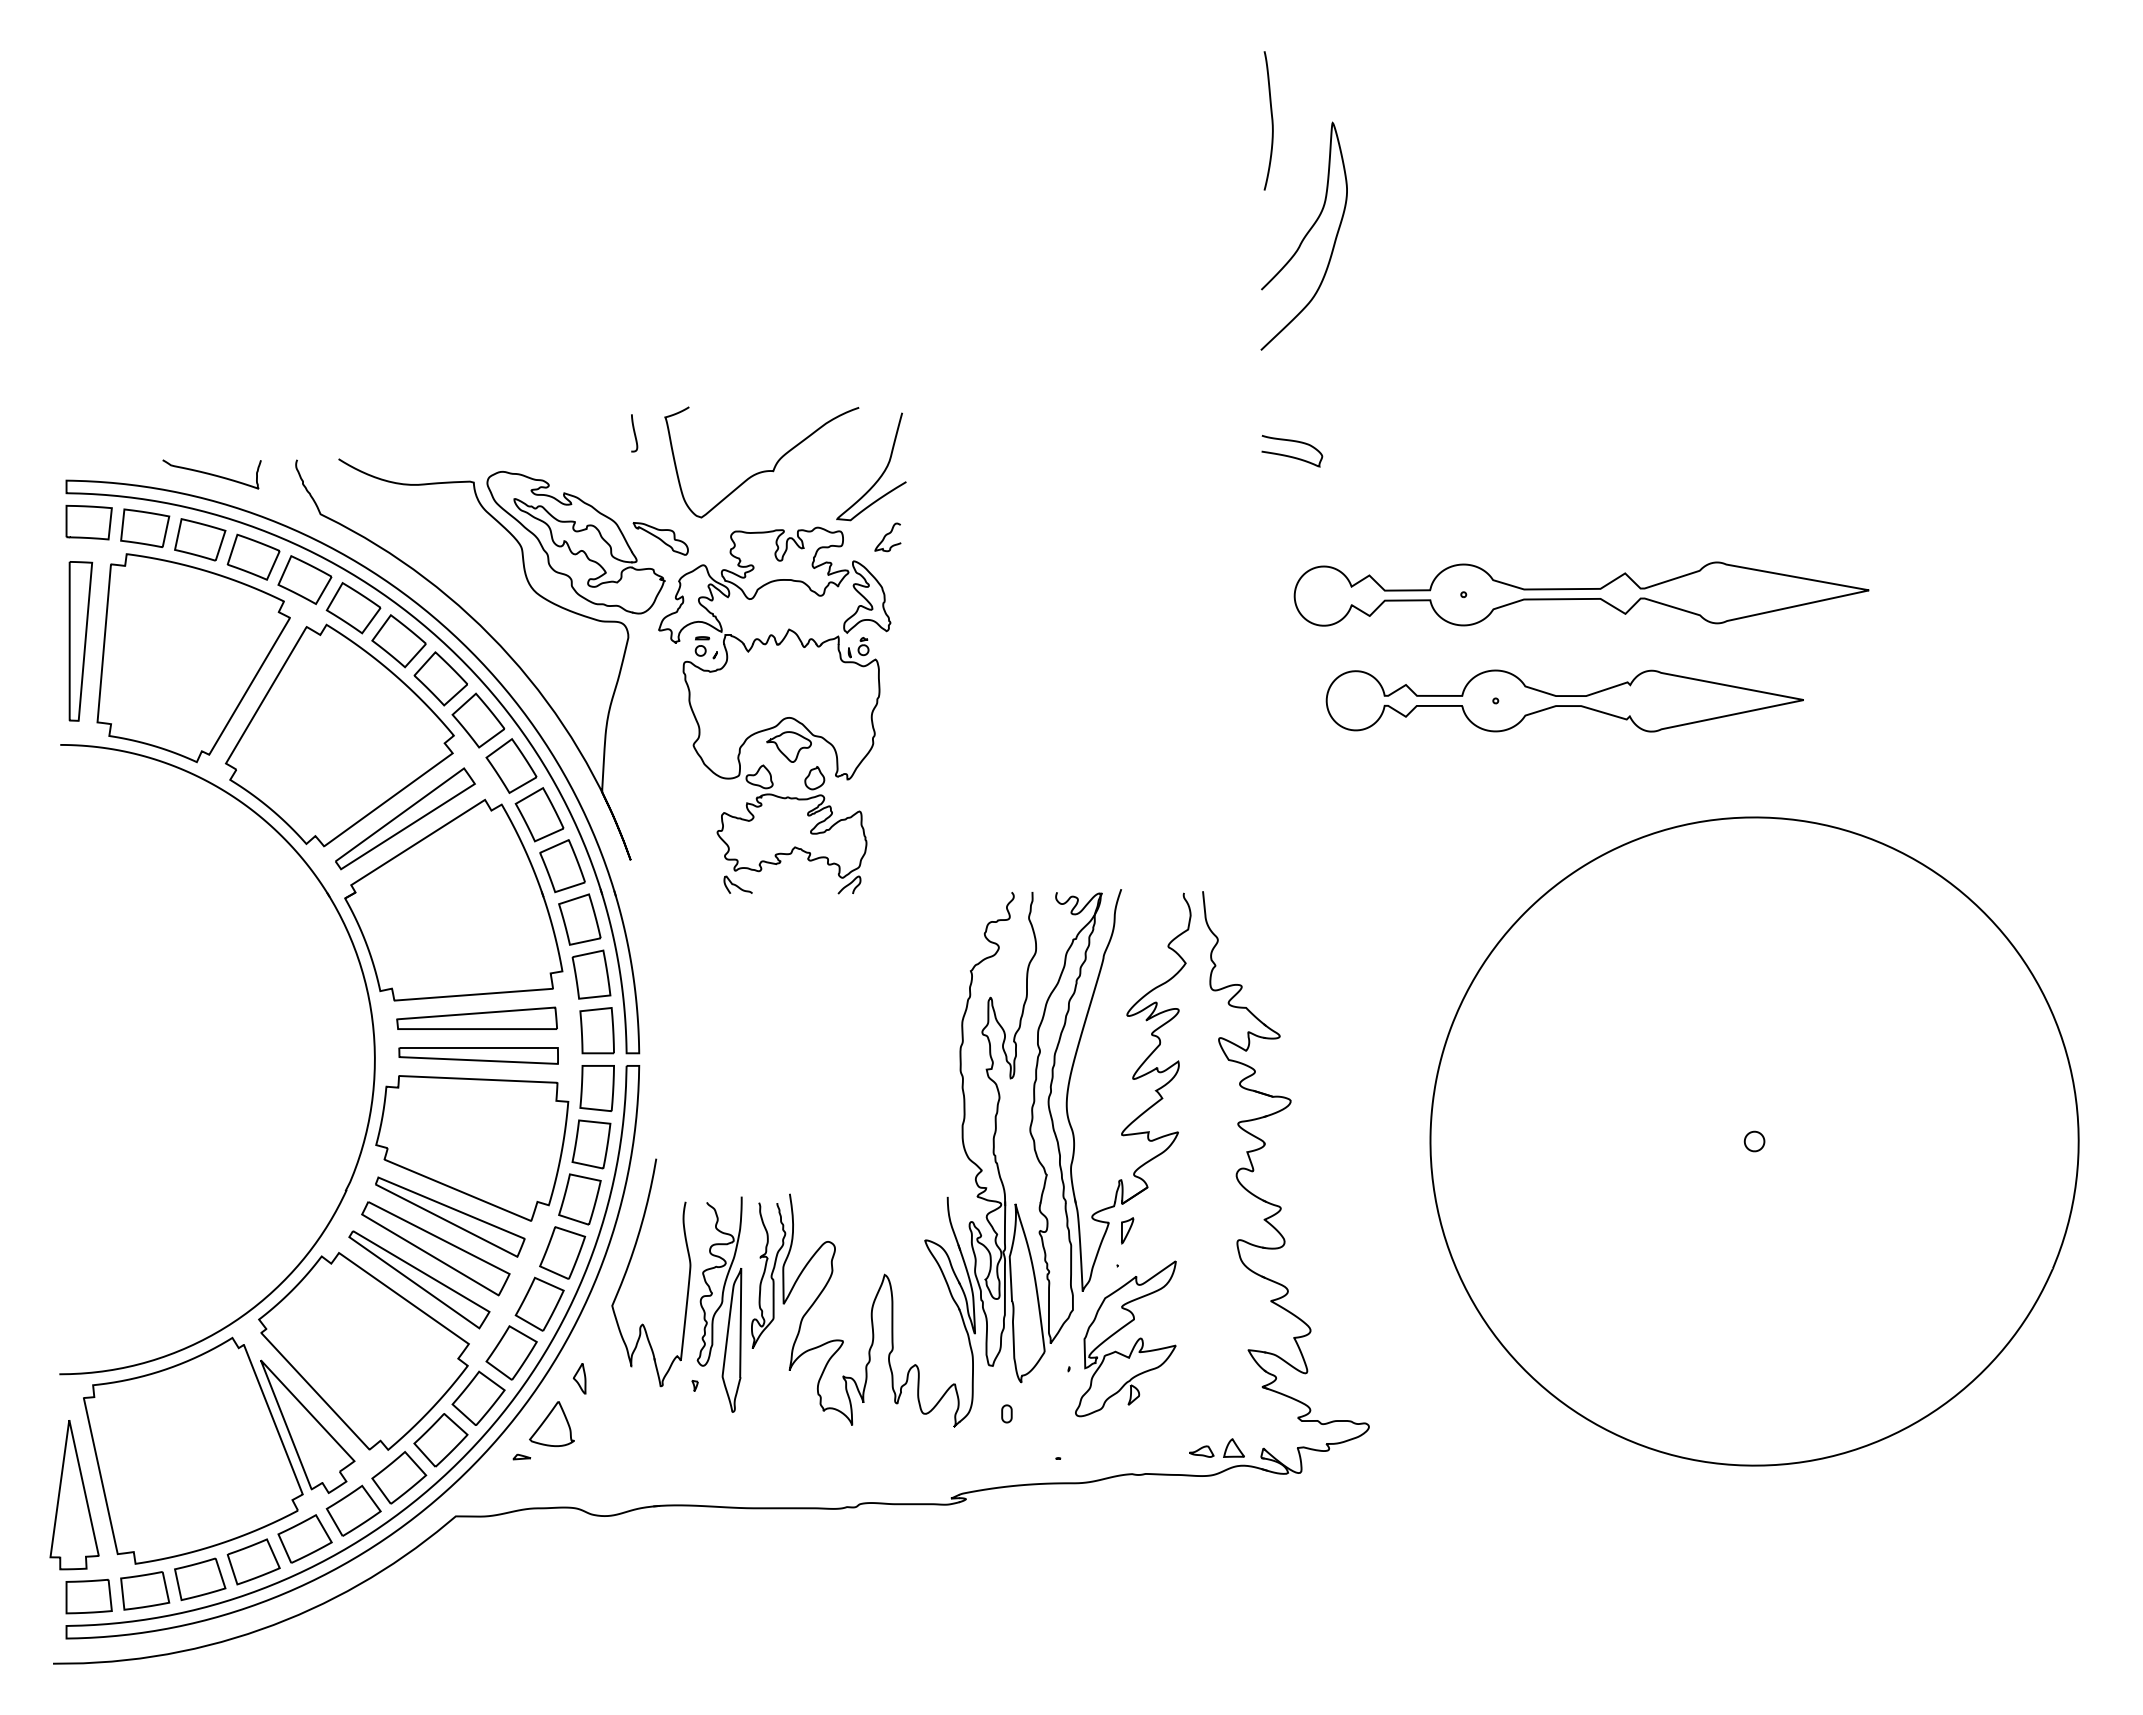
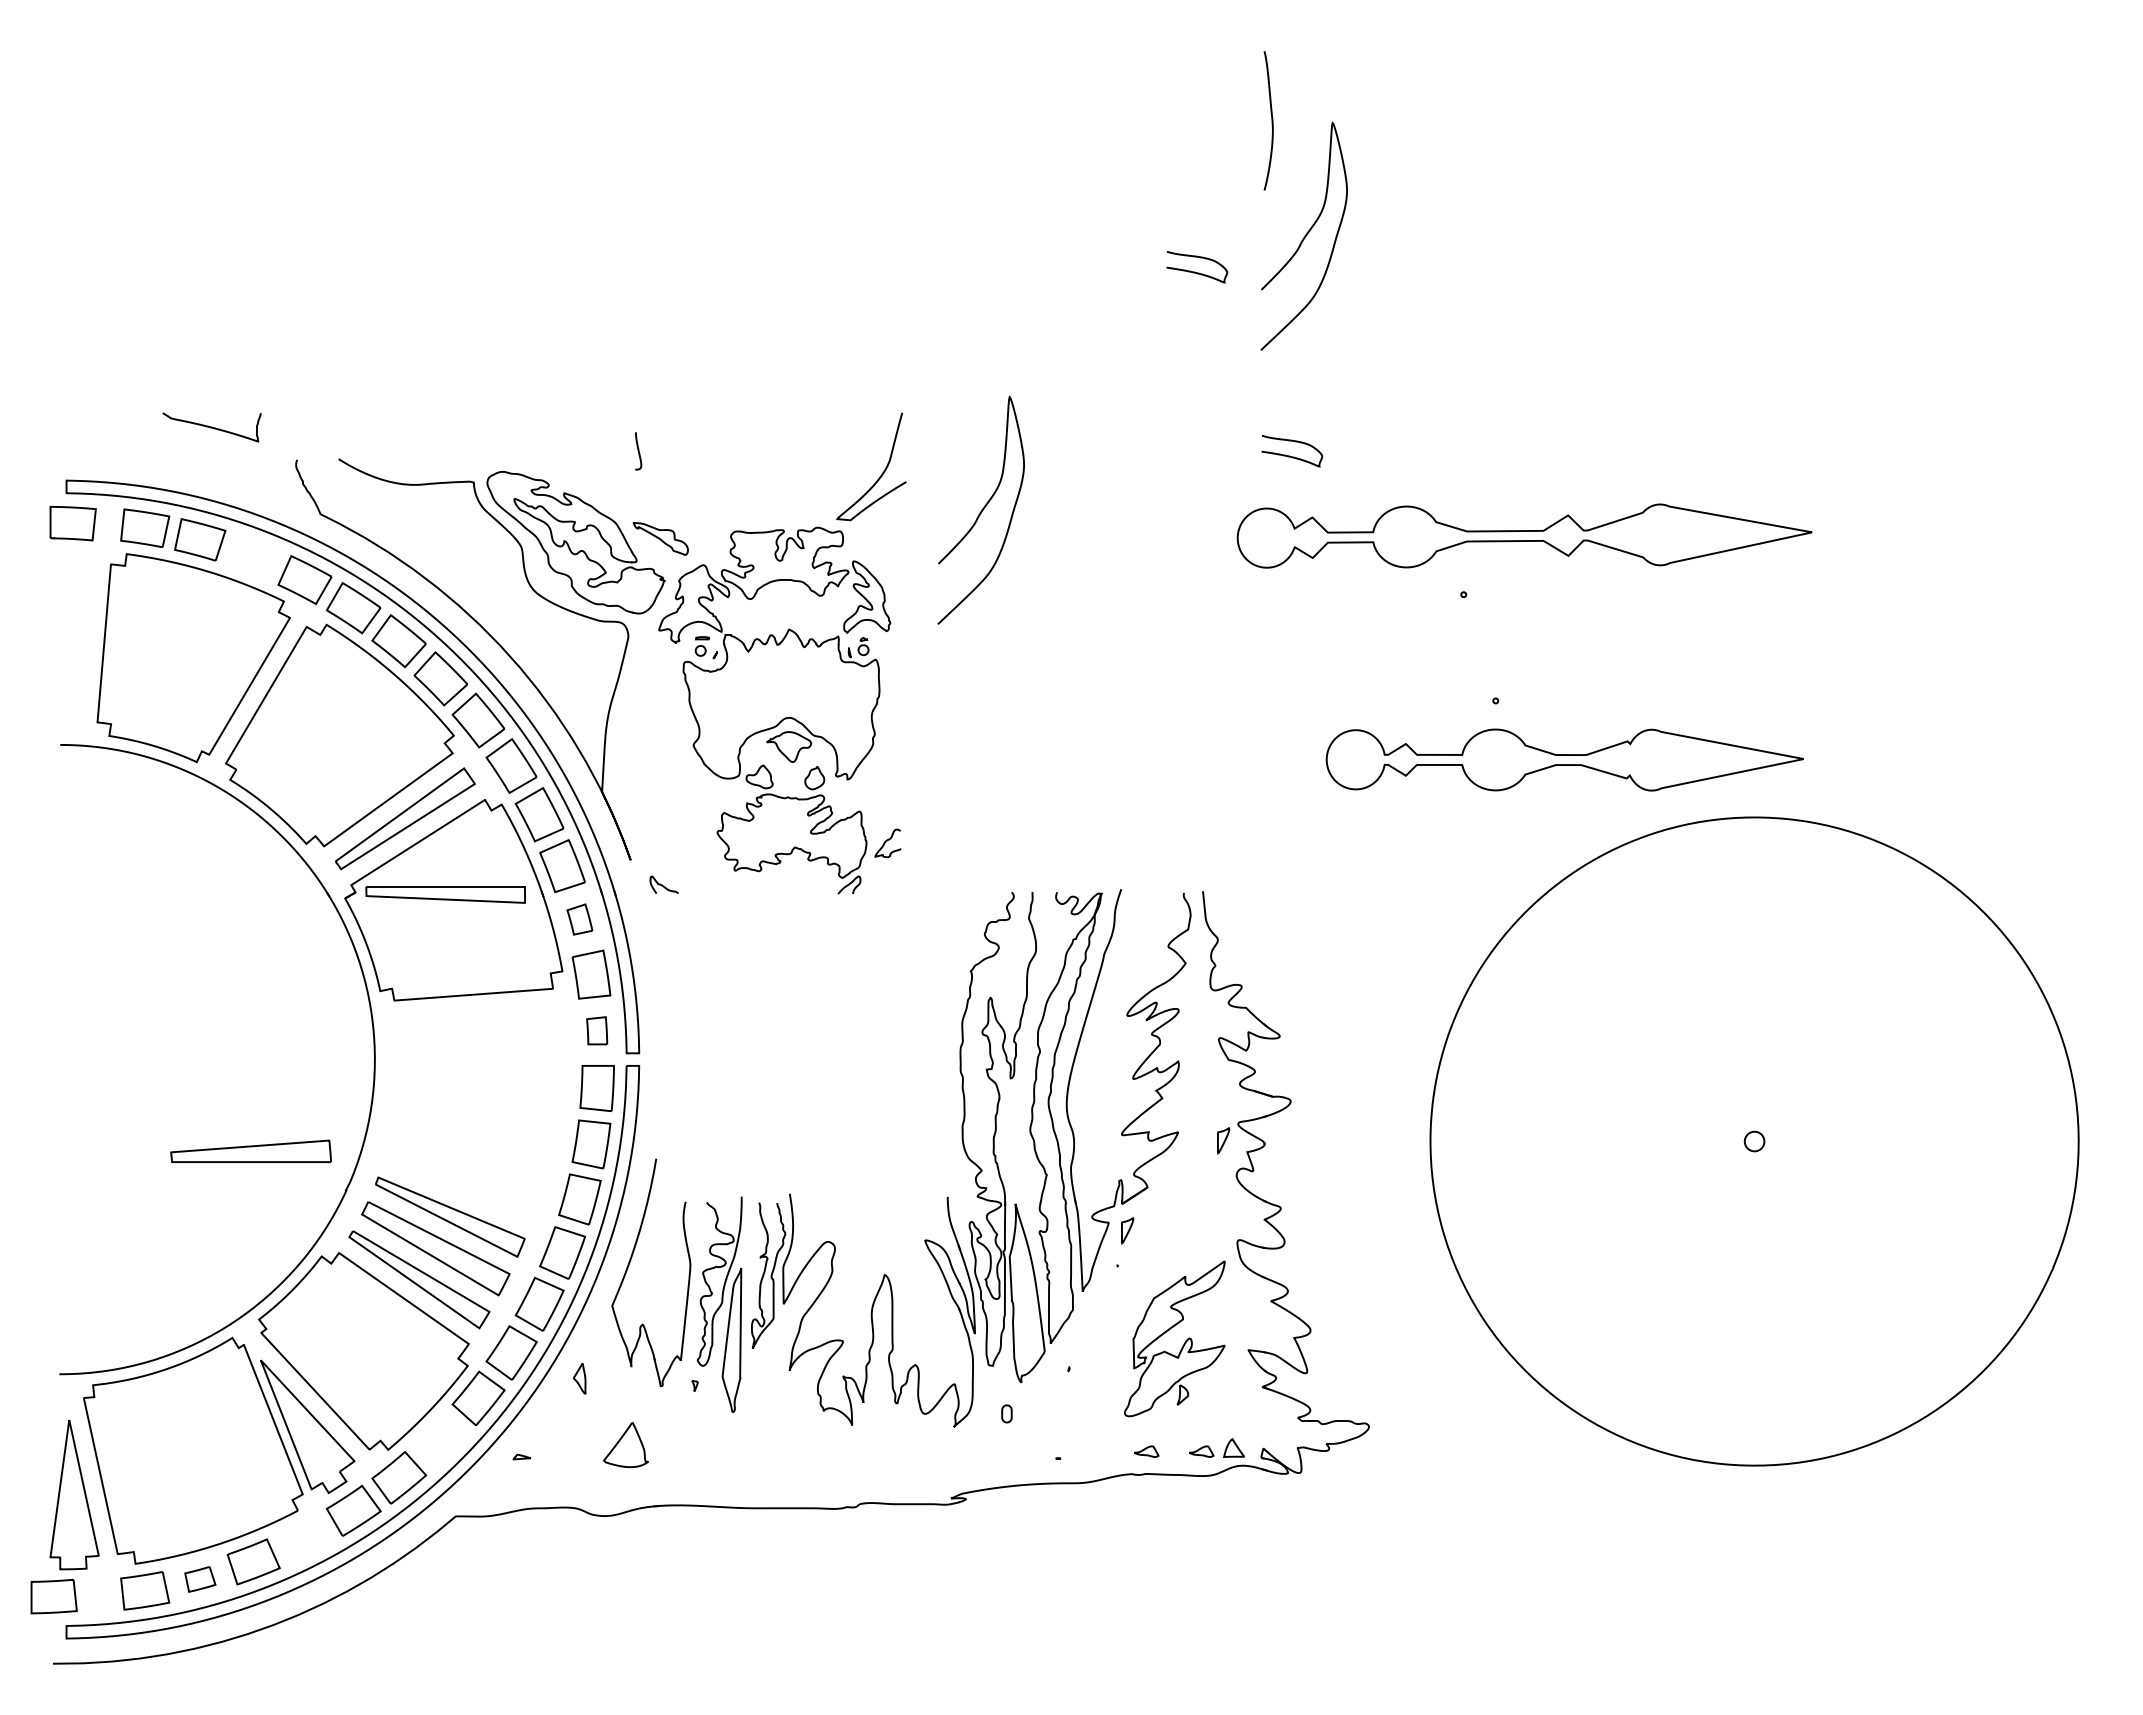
curve at (1195, 271): none -> present
curve at (634, 433) position: (634, 433) -> (638, 451)
curve at (763, 470): present -> none
curve at (211, 474) position: (211, 474) -> (211, 427)
curve at (981, 509): none -> present
part at (88, 522) position: (88, 522) -> (72, 523)
curve at (886, 536) position: (886, 536) -> (886, 842)
part at (253, 556): present -> none
part at (1581, 593) position: (1581, 593) -> (1524, 535)
part at (80, 641): present -> none
part at (1564, 700) position: (1564, 700) -> (1564, 759)
curve at (736, 884) position: (736, 884) -> (662, 884)
part at (579, 919) size: 44x53 px -> 28x33 px
part at (476, 1017) position: (476, 1017) -> (250, 1150)
part at (596, 1030) size: 36x48 px -> 23x30 px
part at (478, 1055) position: (478, 1055) -> (445, 894)
part at (1223, 1140): none -> present
part at (472, 1148): present -> none
part at (1119, 1331) position: (1119, 1331) -> (1168, 1331)
part at (551, 1423) position: (551, 1423) -> (625, 1444)
part at (440, 1440): present -> none
part at (1146, 1451): none -> present
part at (304, 1538): present -> none
part at (200, 1579) size: 53x45 px -> 33x27 px
part at (88, 1596) position: (88, 1596) -> (53, 1596)
